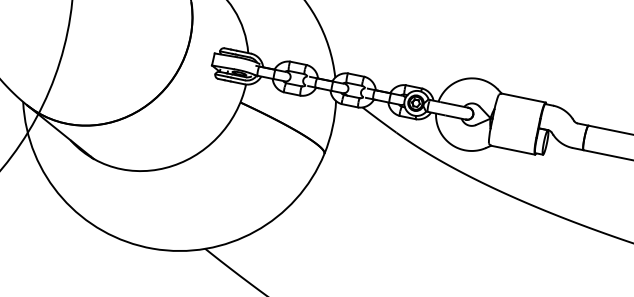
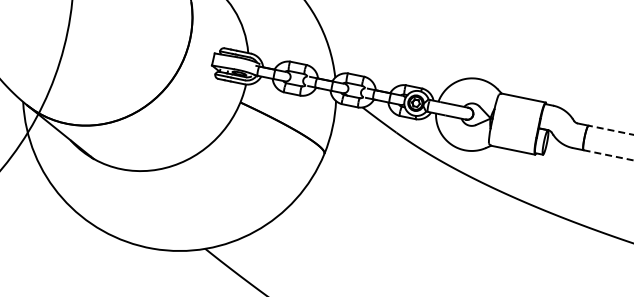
line at (611, 130): solid -> dashed
line at (609, 155): solid -> dashed
